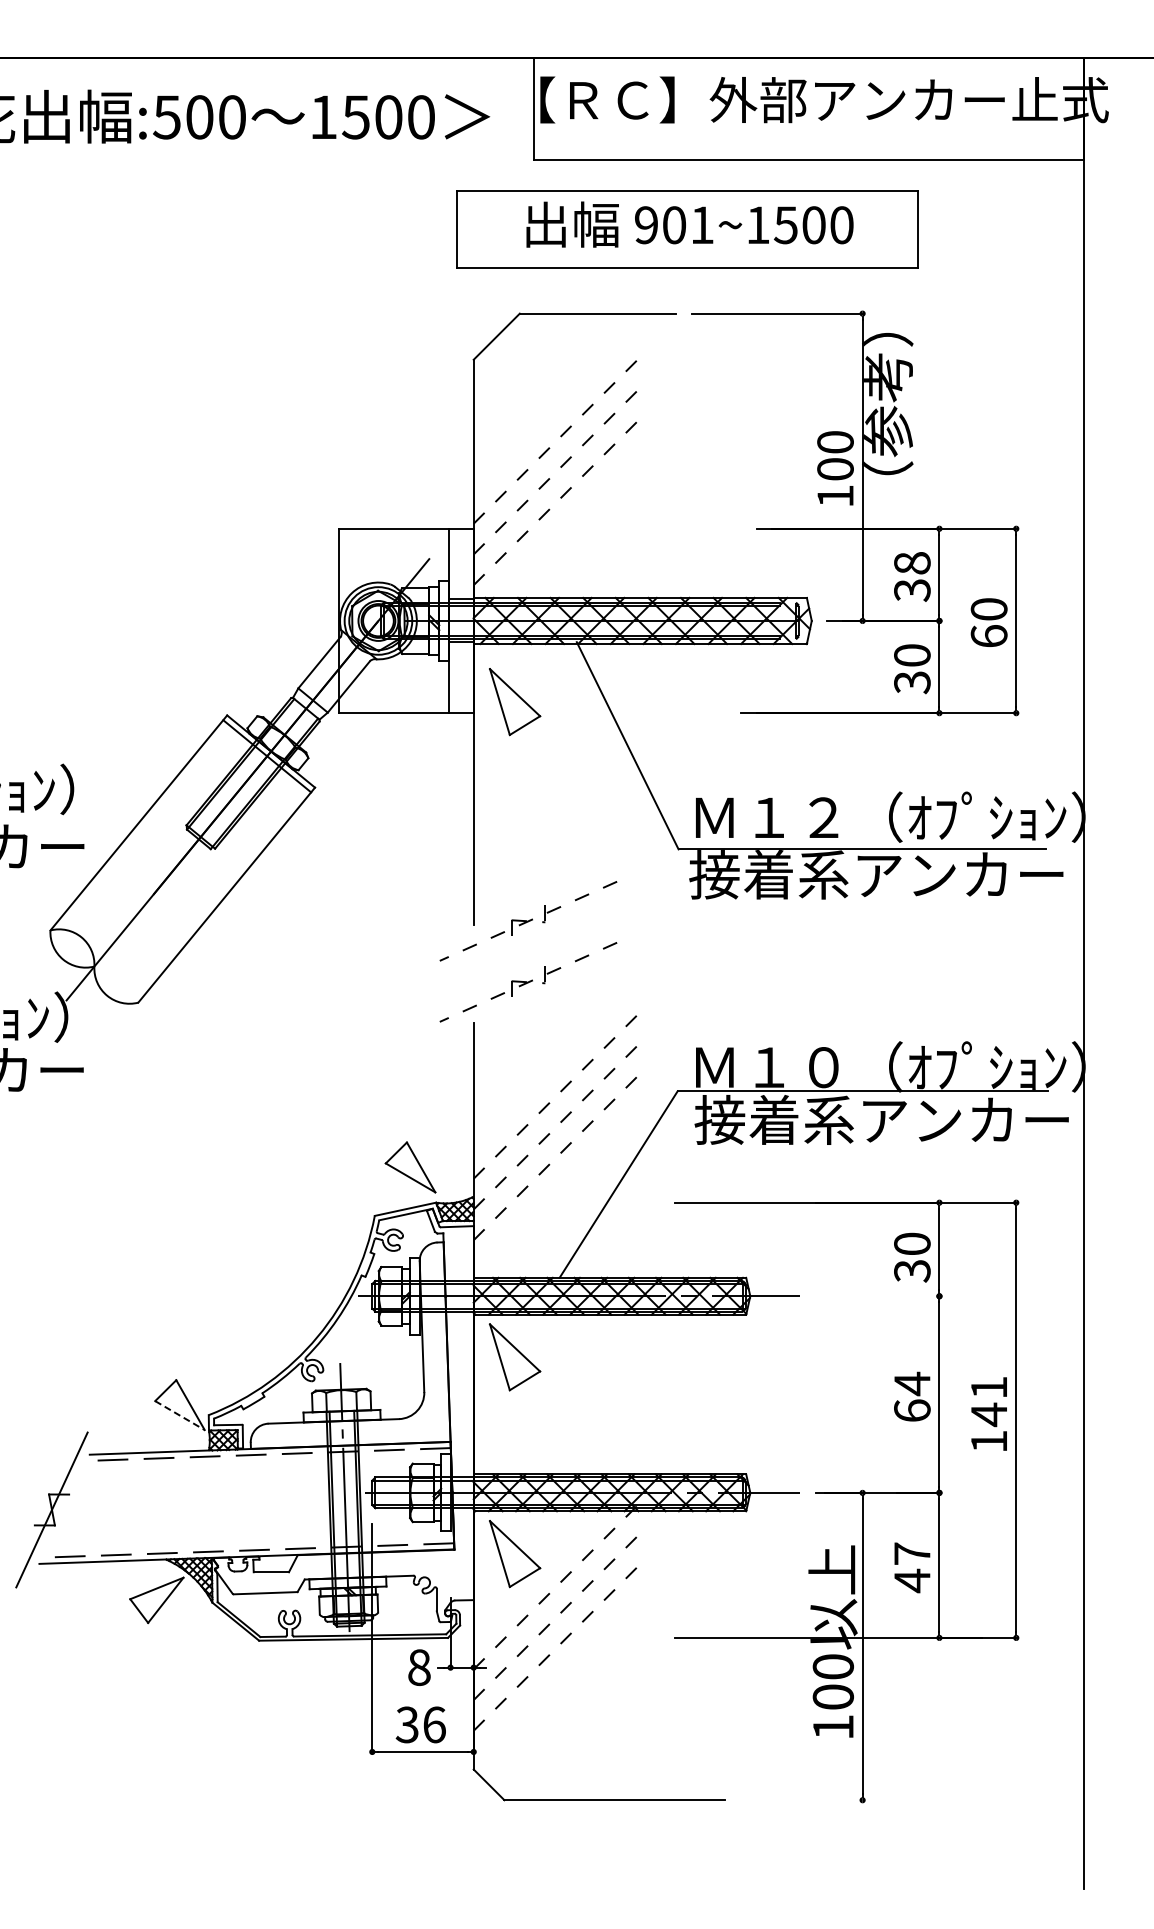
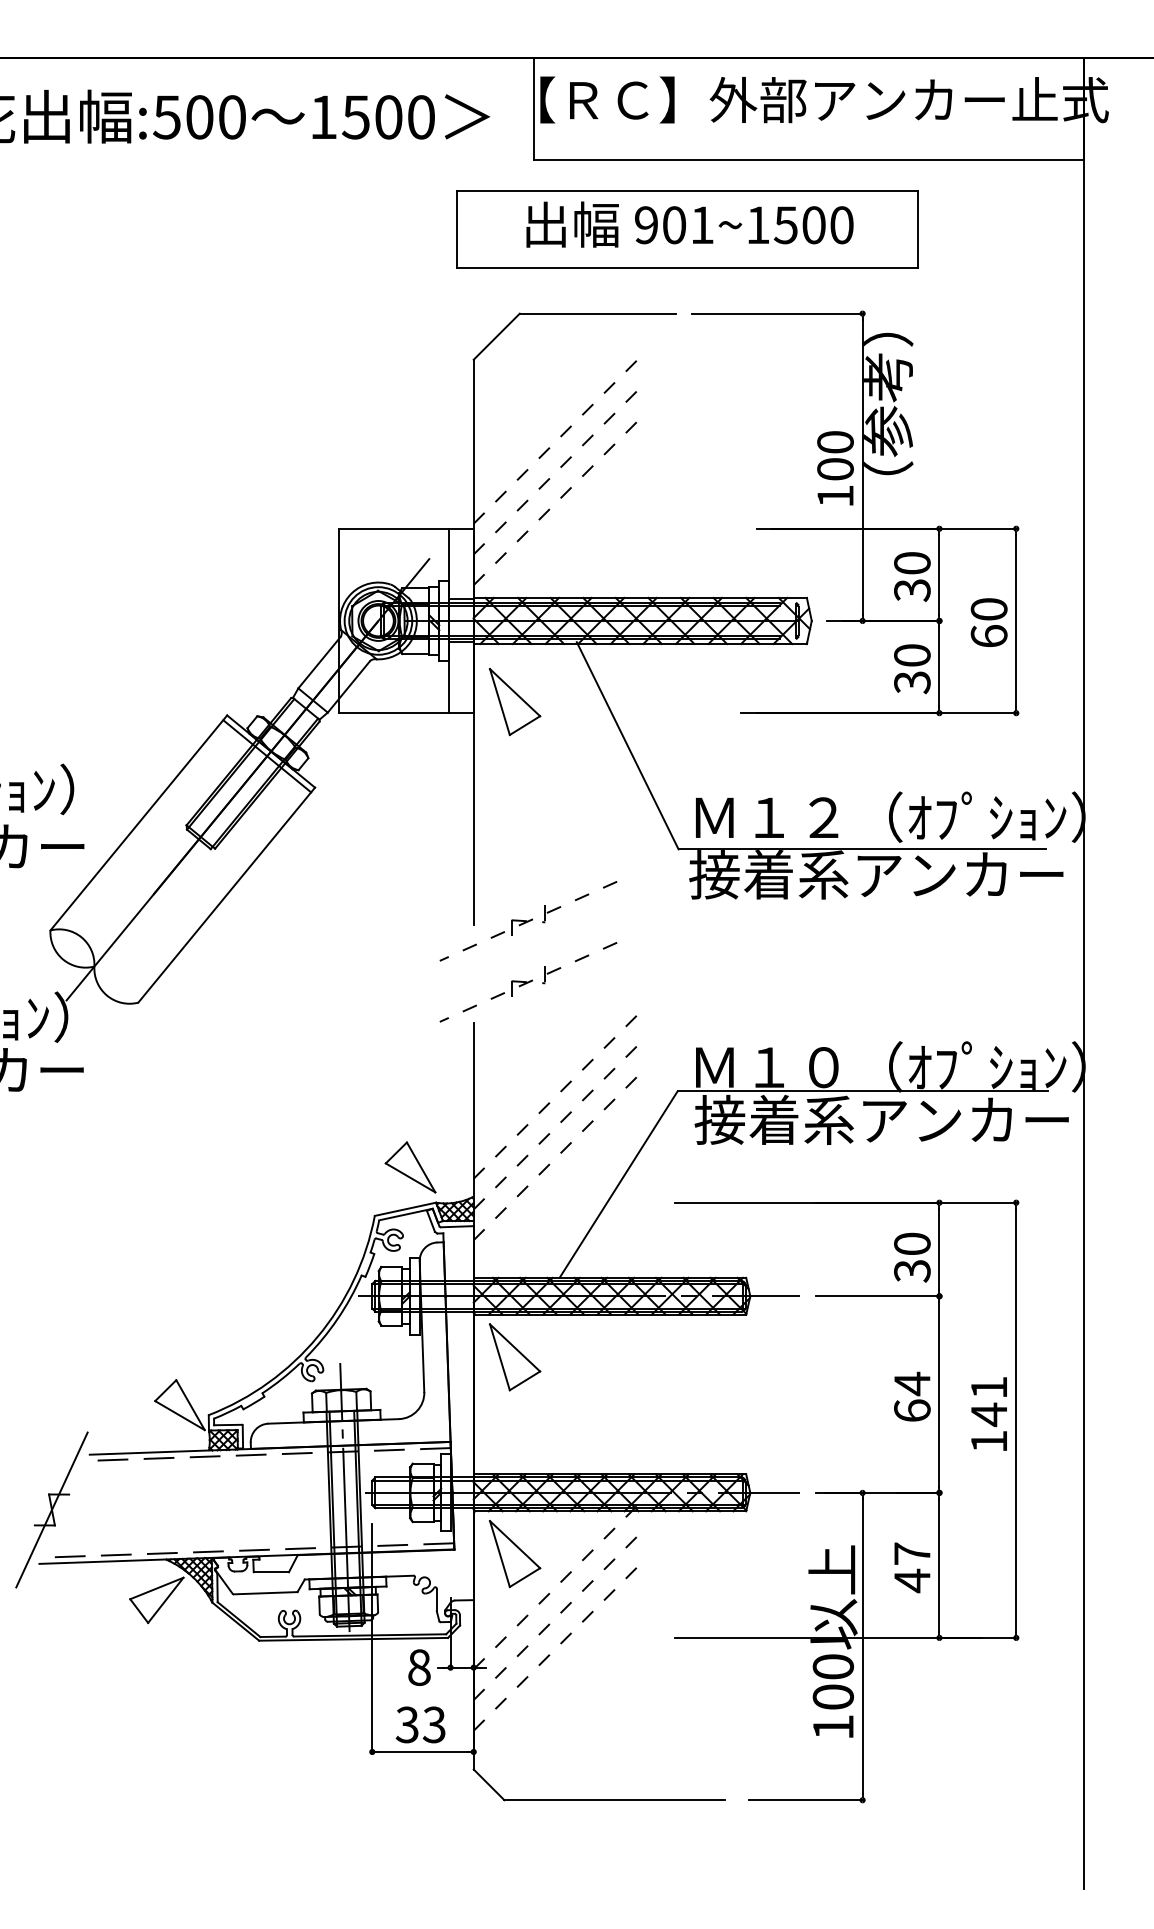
text at (912, 563): 38 -> 30
line at (877, 1296): none -> present
line at (179, 1415): dashed -> solid
text at (433, 1724): 36 -> 33
line at (805, 1800): none -> present
